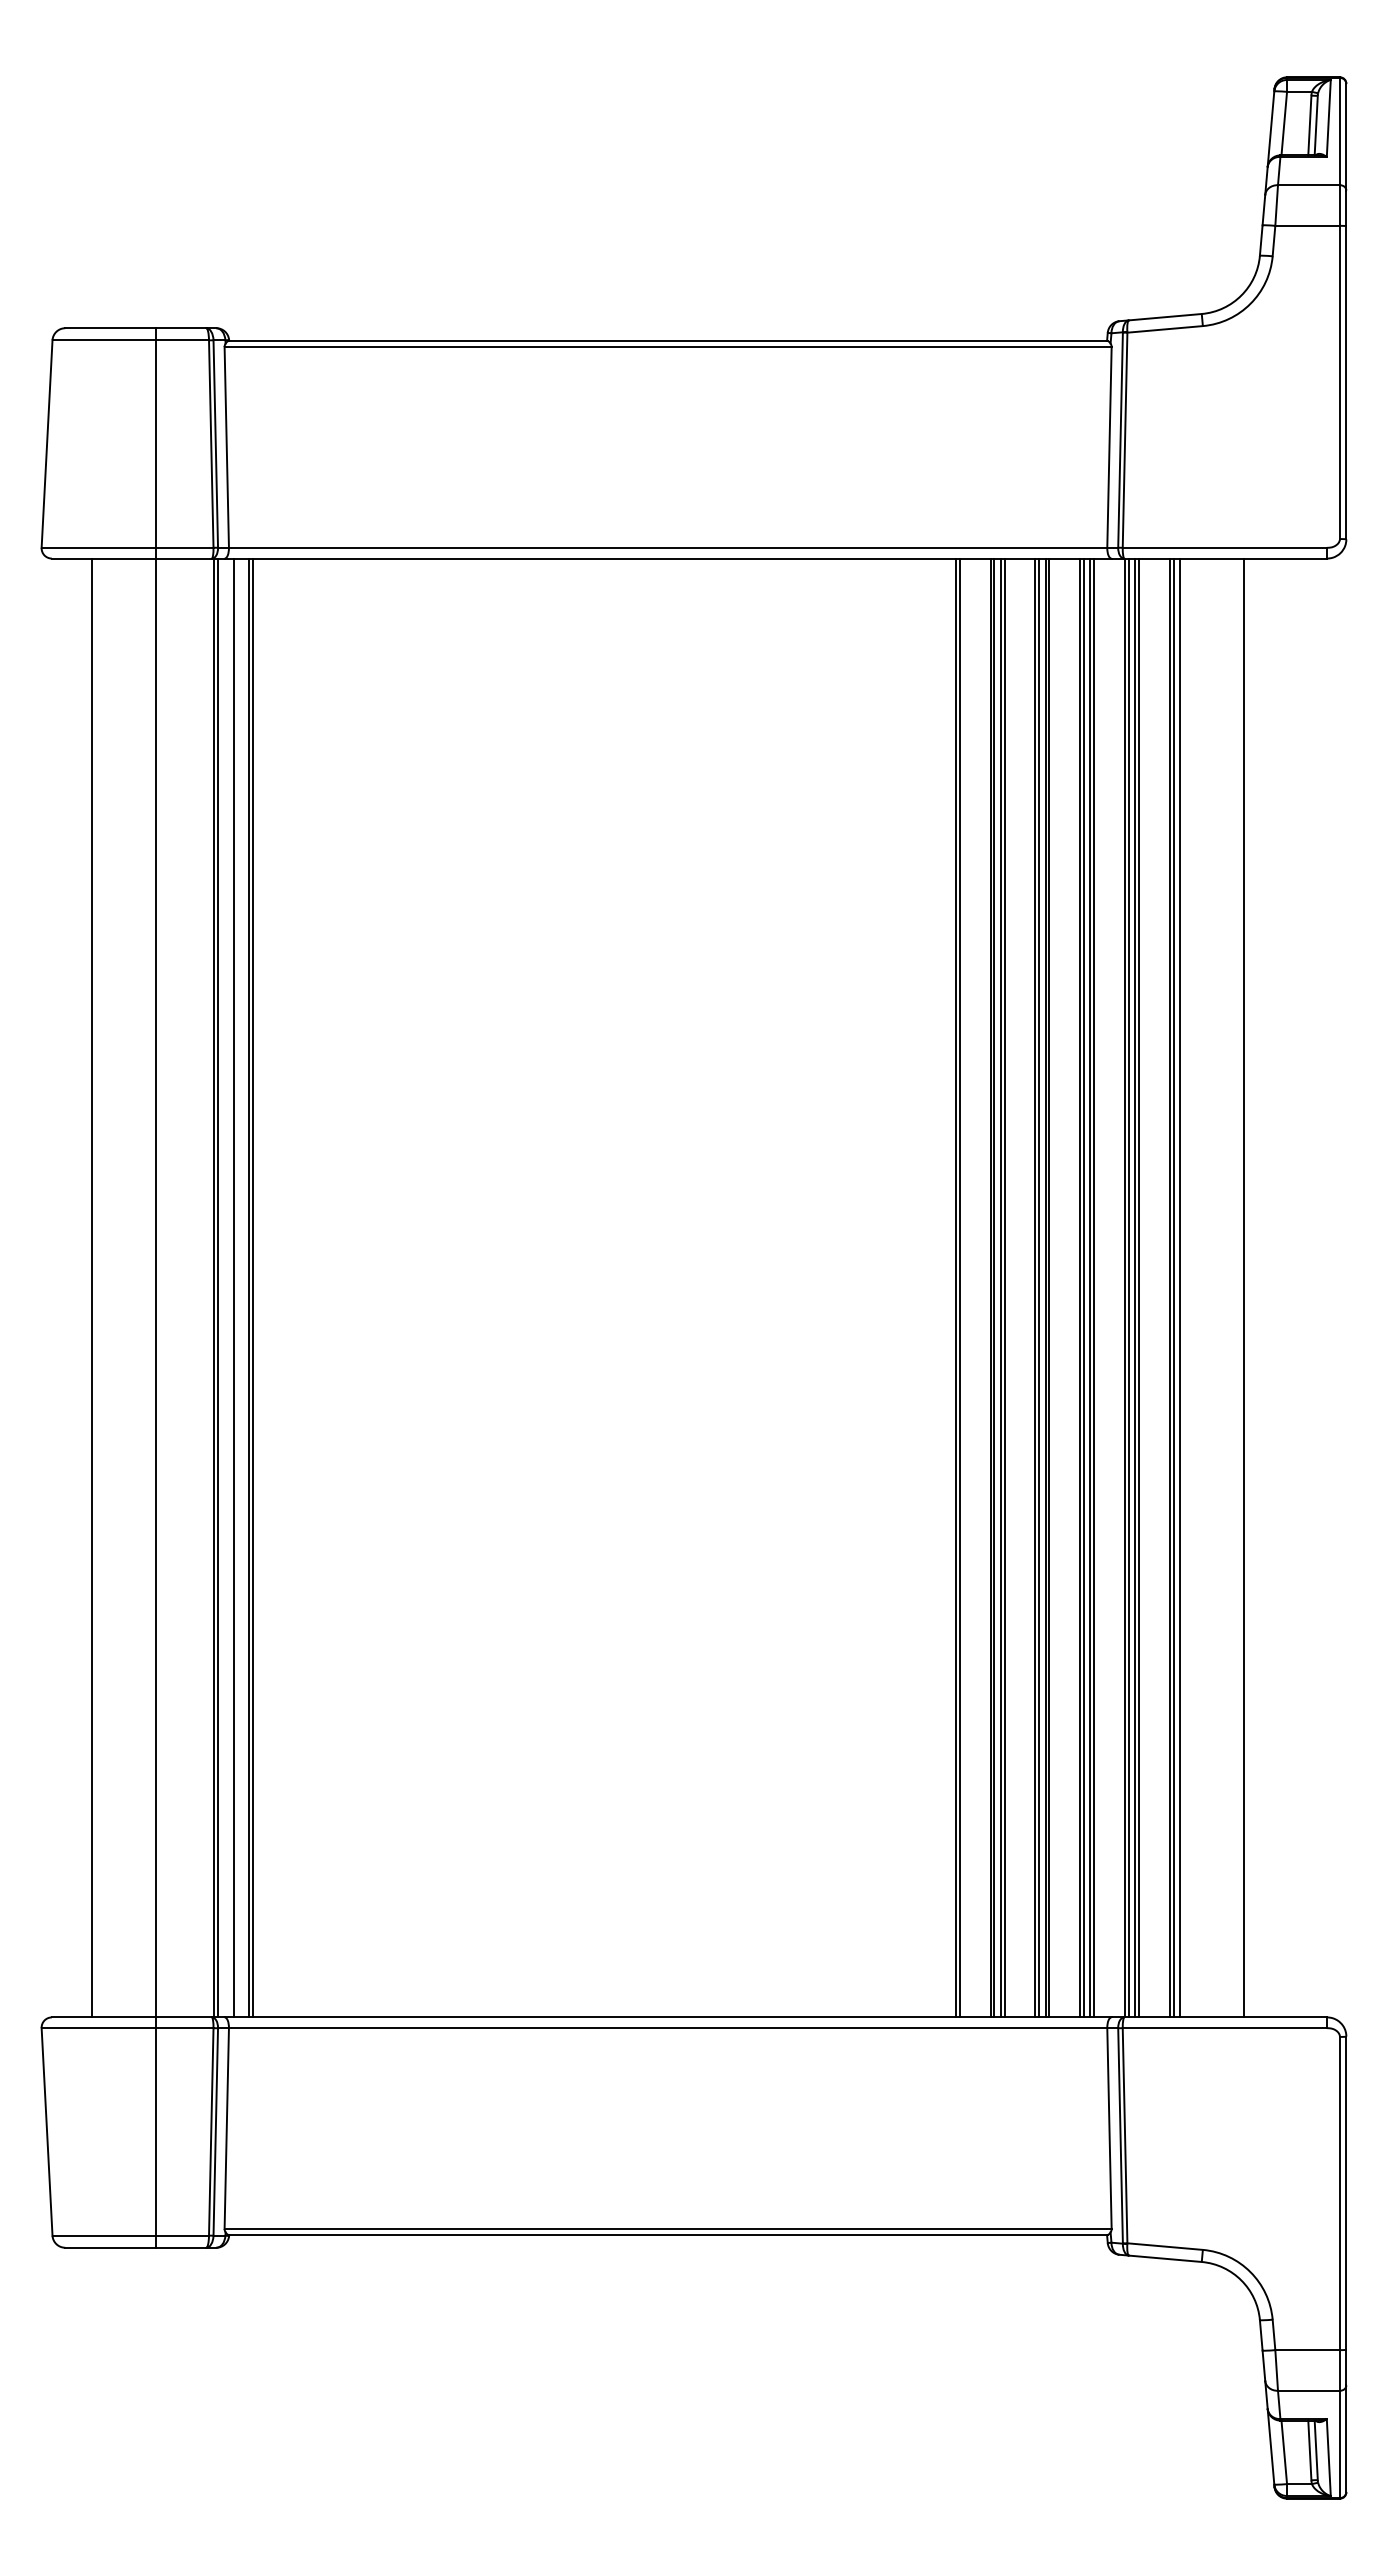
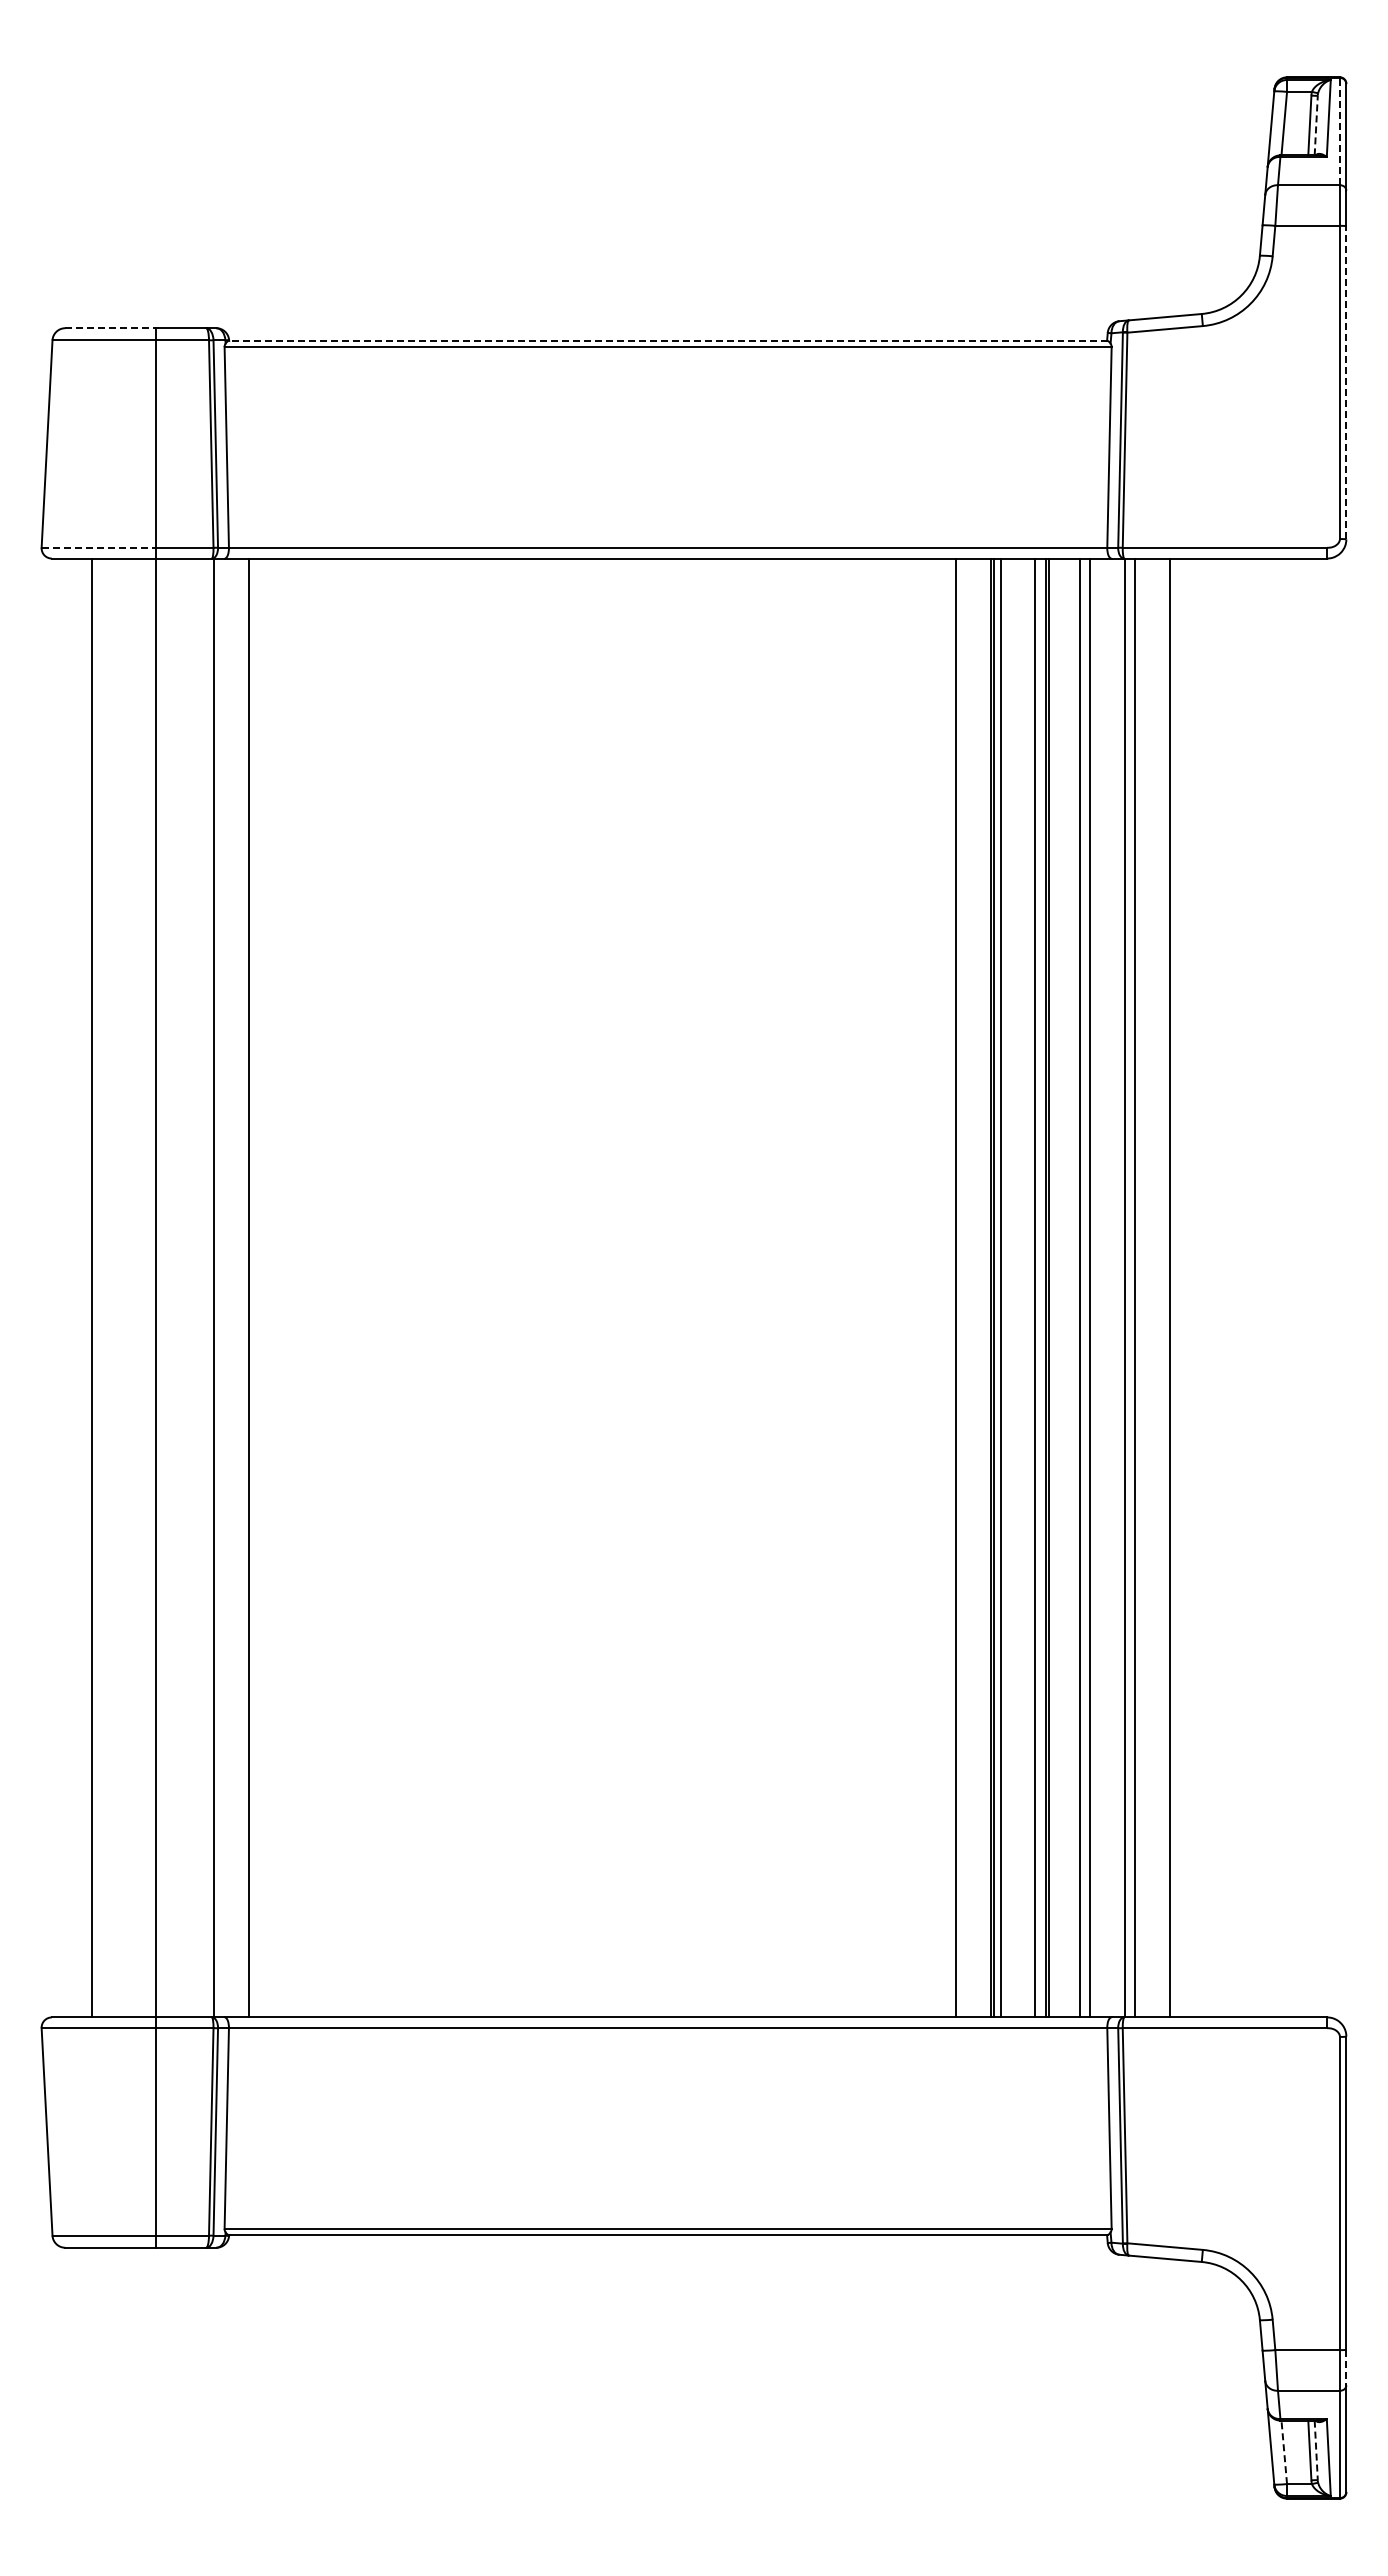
line at (1316, 125): solid -> dashed
line at (1339, 131): solid -> dashed
line at (111, 328): solid -> dashed
line at (668, 341): solid -> dashed
line at (1346, 382): solid -> dashed
line at (99, 547): solid -> dashed
line at (218, 1287): present -> none
line at (233, 1287): present -> none
line at (252, 1287): present -> none
line at (959, 1287): present -> none
line at (1004, 1287): present -> none
line at (1039, 1287): present -> none
line at (1084, 1287): present -> none
line at (1094, 1287): present -> none
line at (1128, 1287): present -> none
line at (1139, 1287): present -> none
line at (1173, 1287): present -> none
line at (1180, 1287): present -> none
line at (1243, 1287): present -> none
line at (1346, 2367): solid -> dashed
line at (1316, 2450): solid -> dashed
line at (1284, 2452): solid -> dashed
